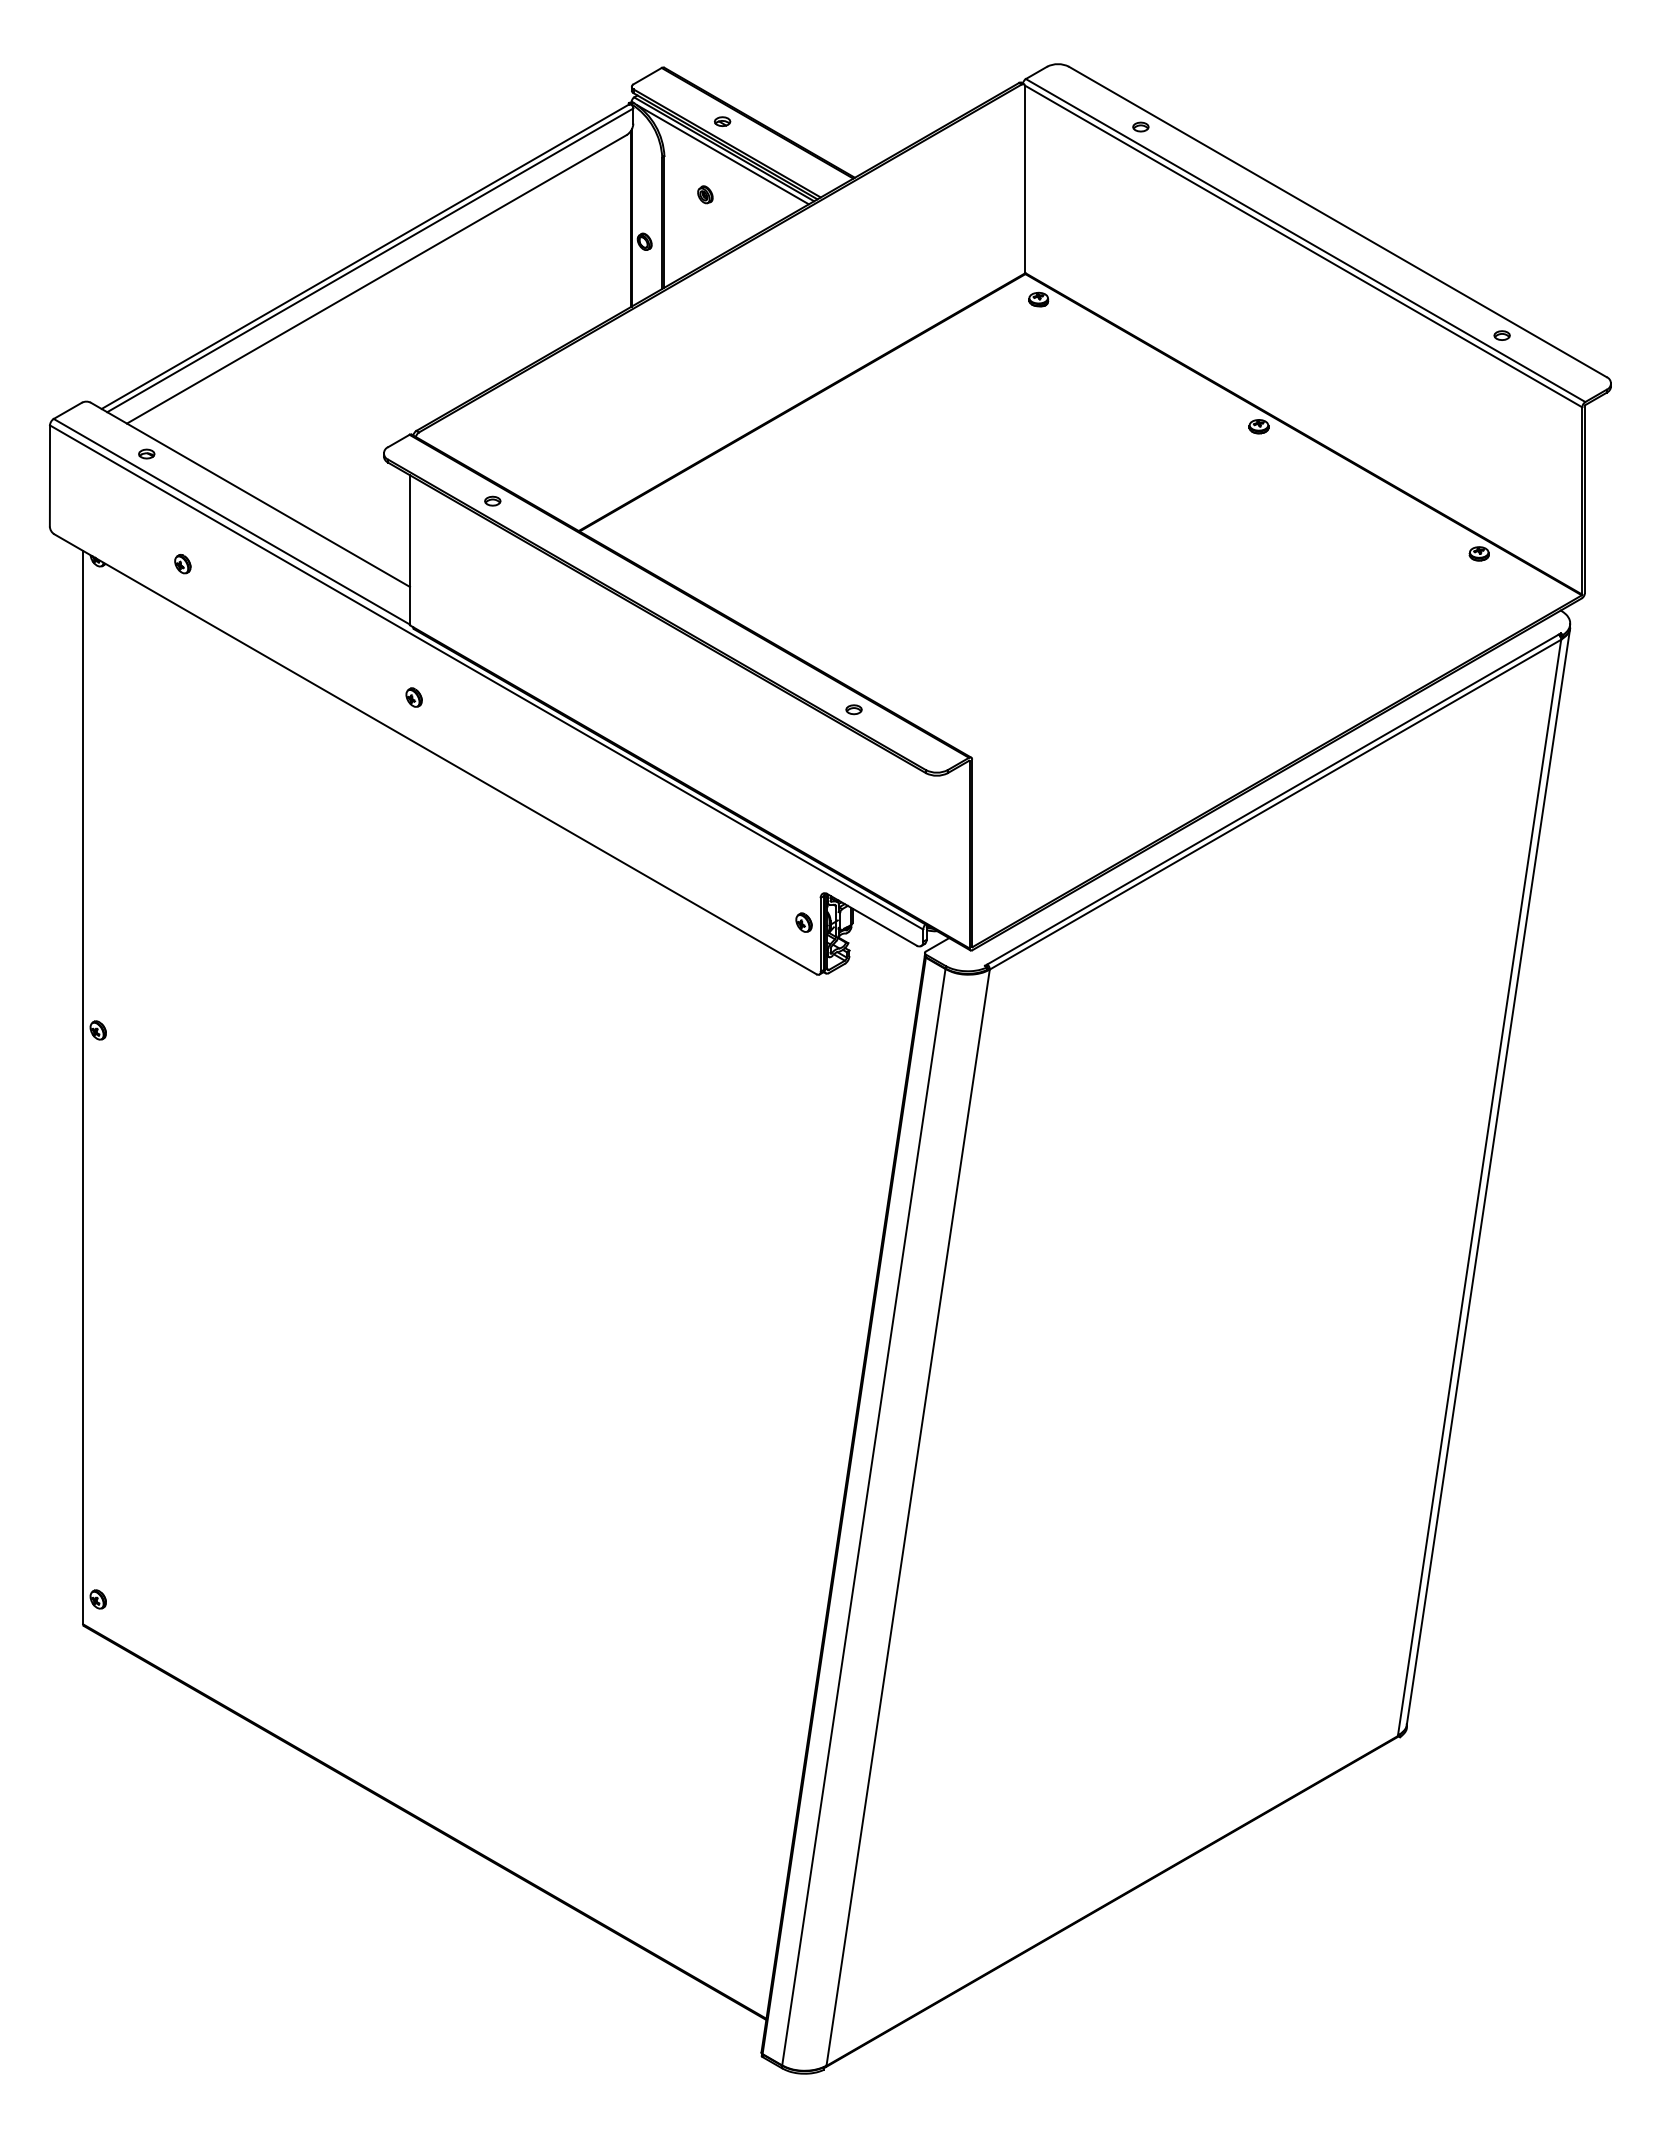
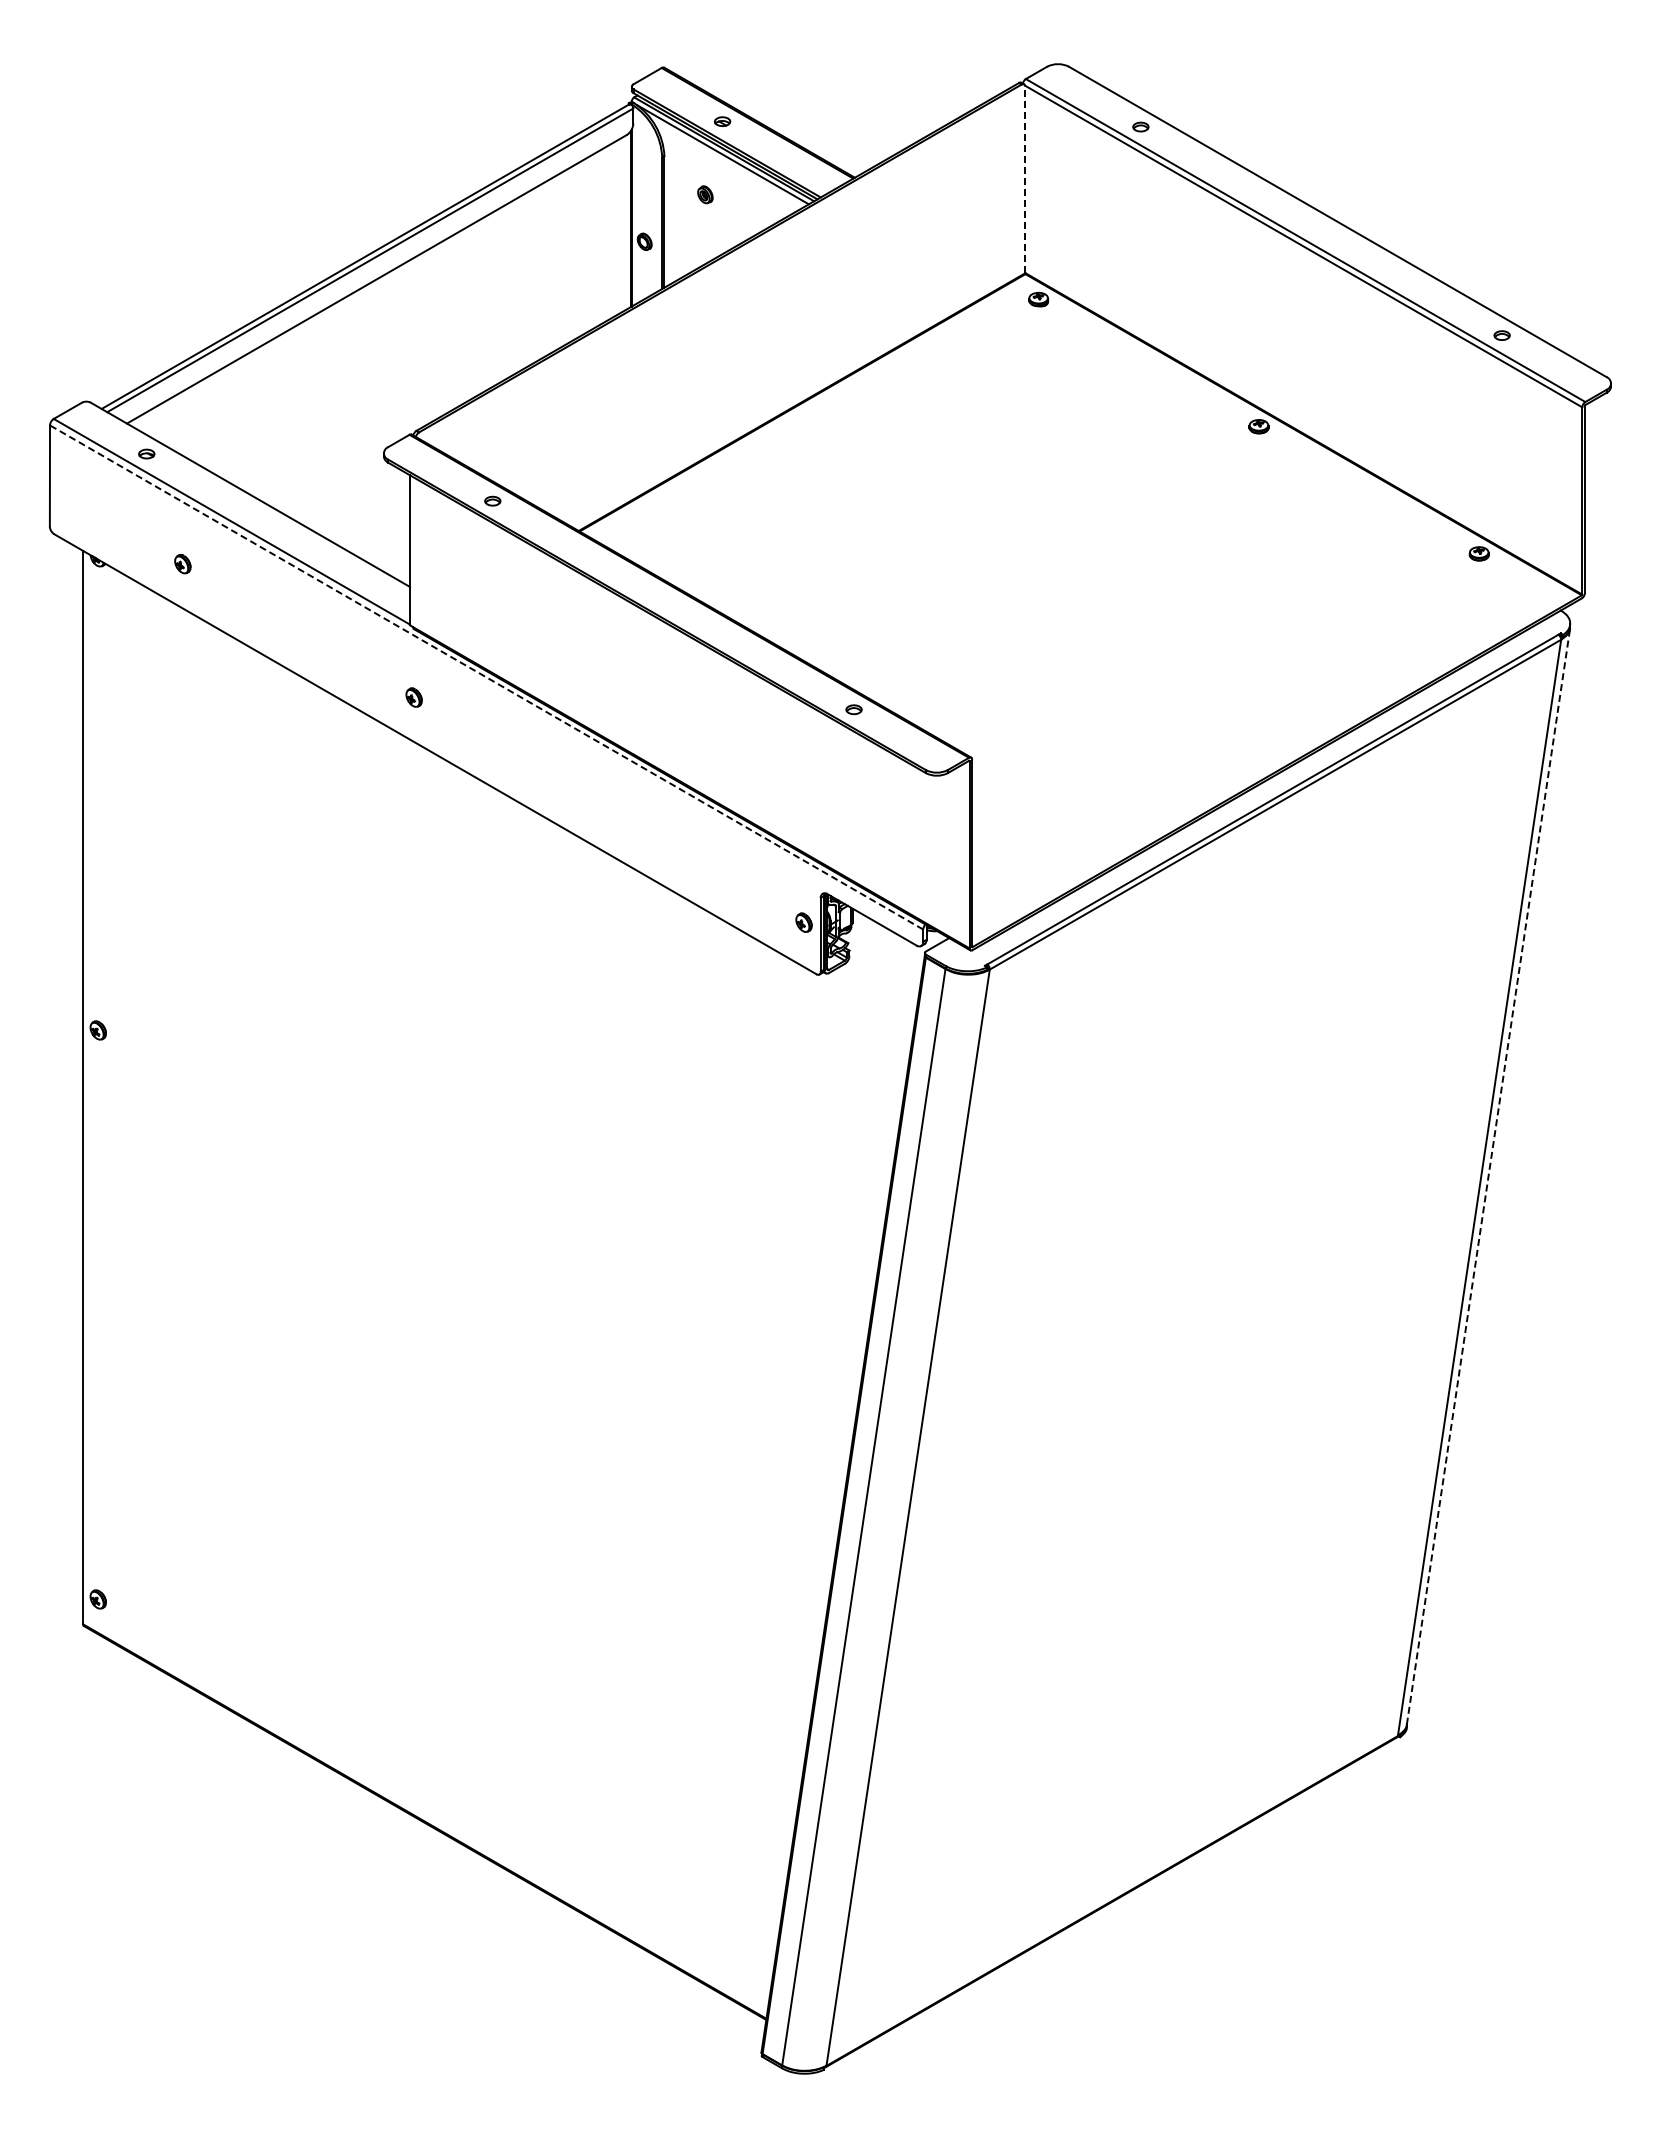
line at (1025, 179): solid -> dashed
line at (486, 677): solid -> dashed
line at (1488, 1176): solid -> dashed
